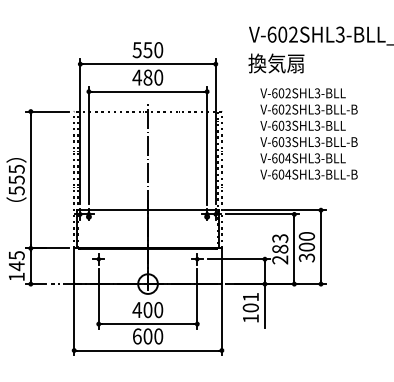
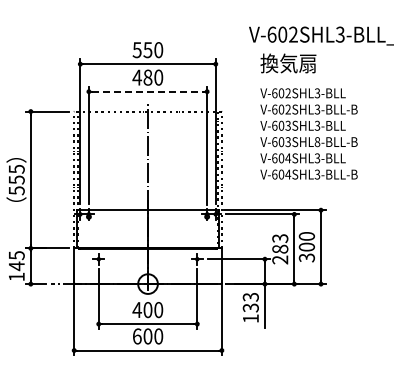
text at (276, 63) position: (276, 63) -> (288, 63)
line at (148, 91): solid -> dashed
text at (317, 141): V-603SHL3-BLL-B -> V-603SHL8-BLL-B
text at (250, 302): 101 -> 133
